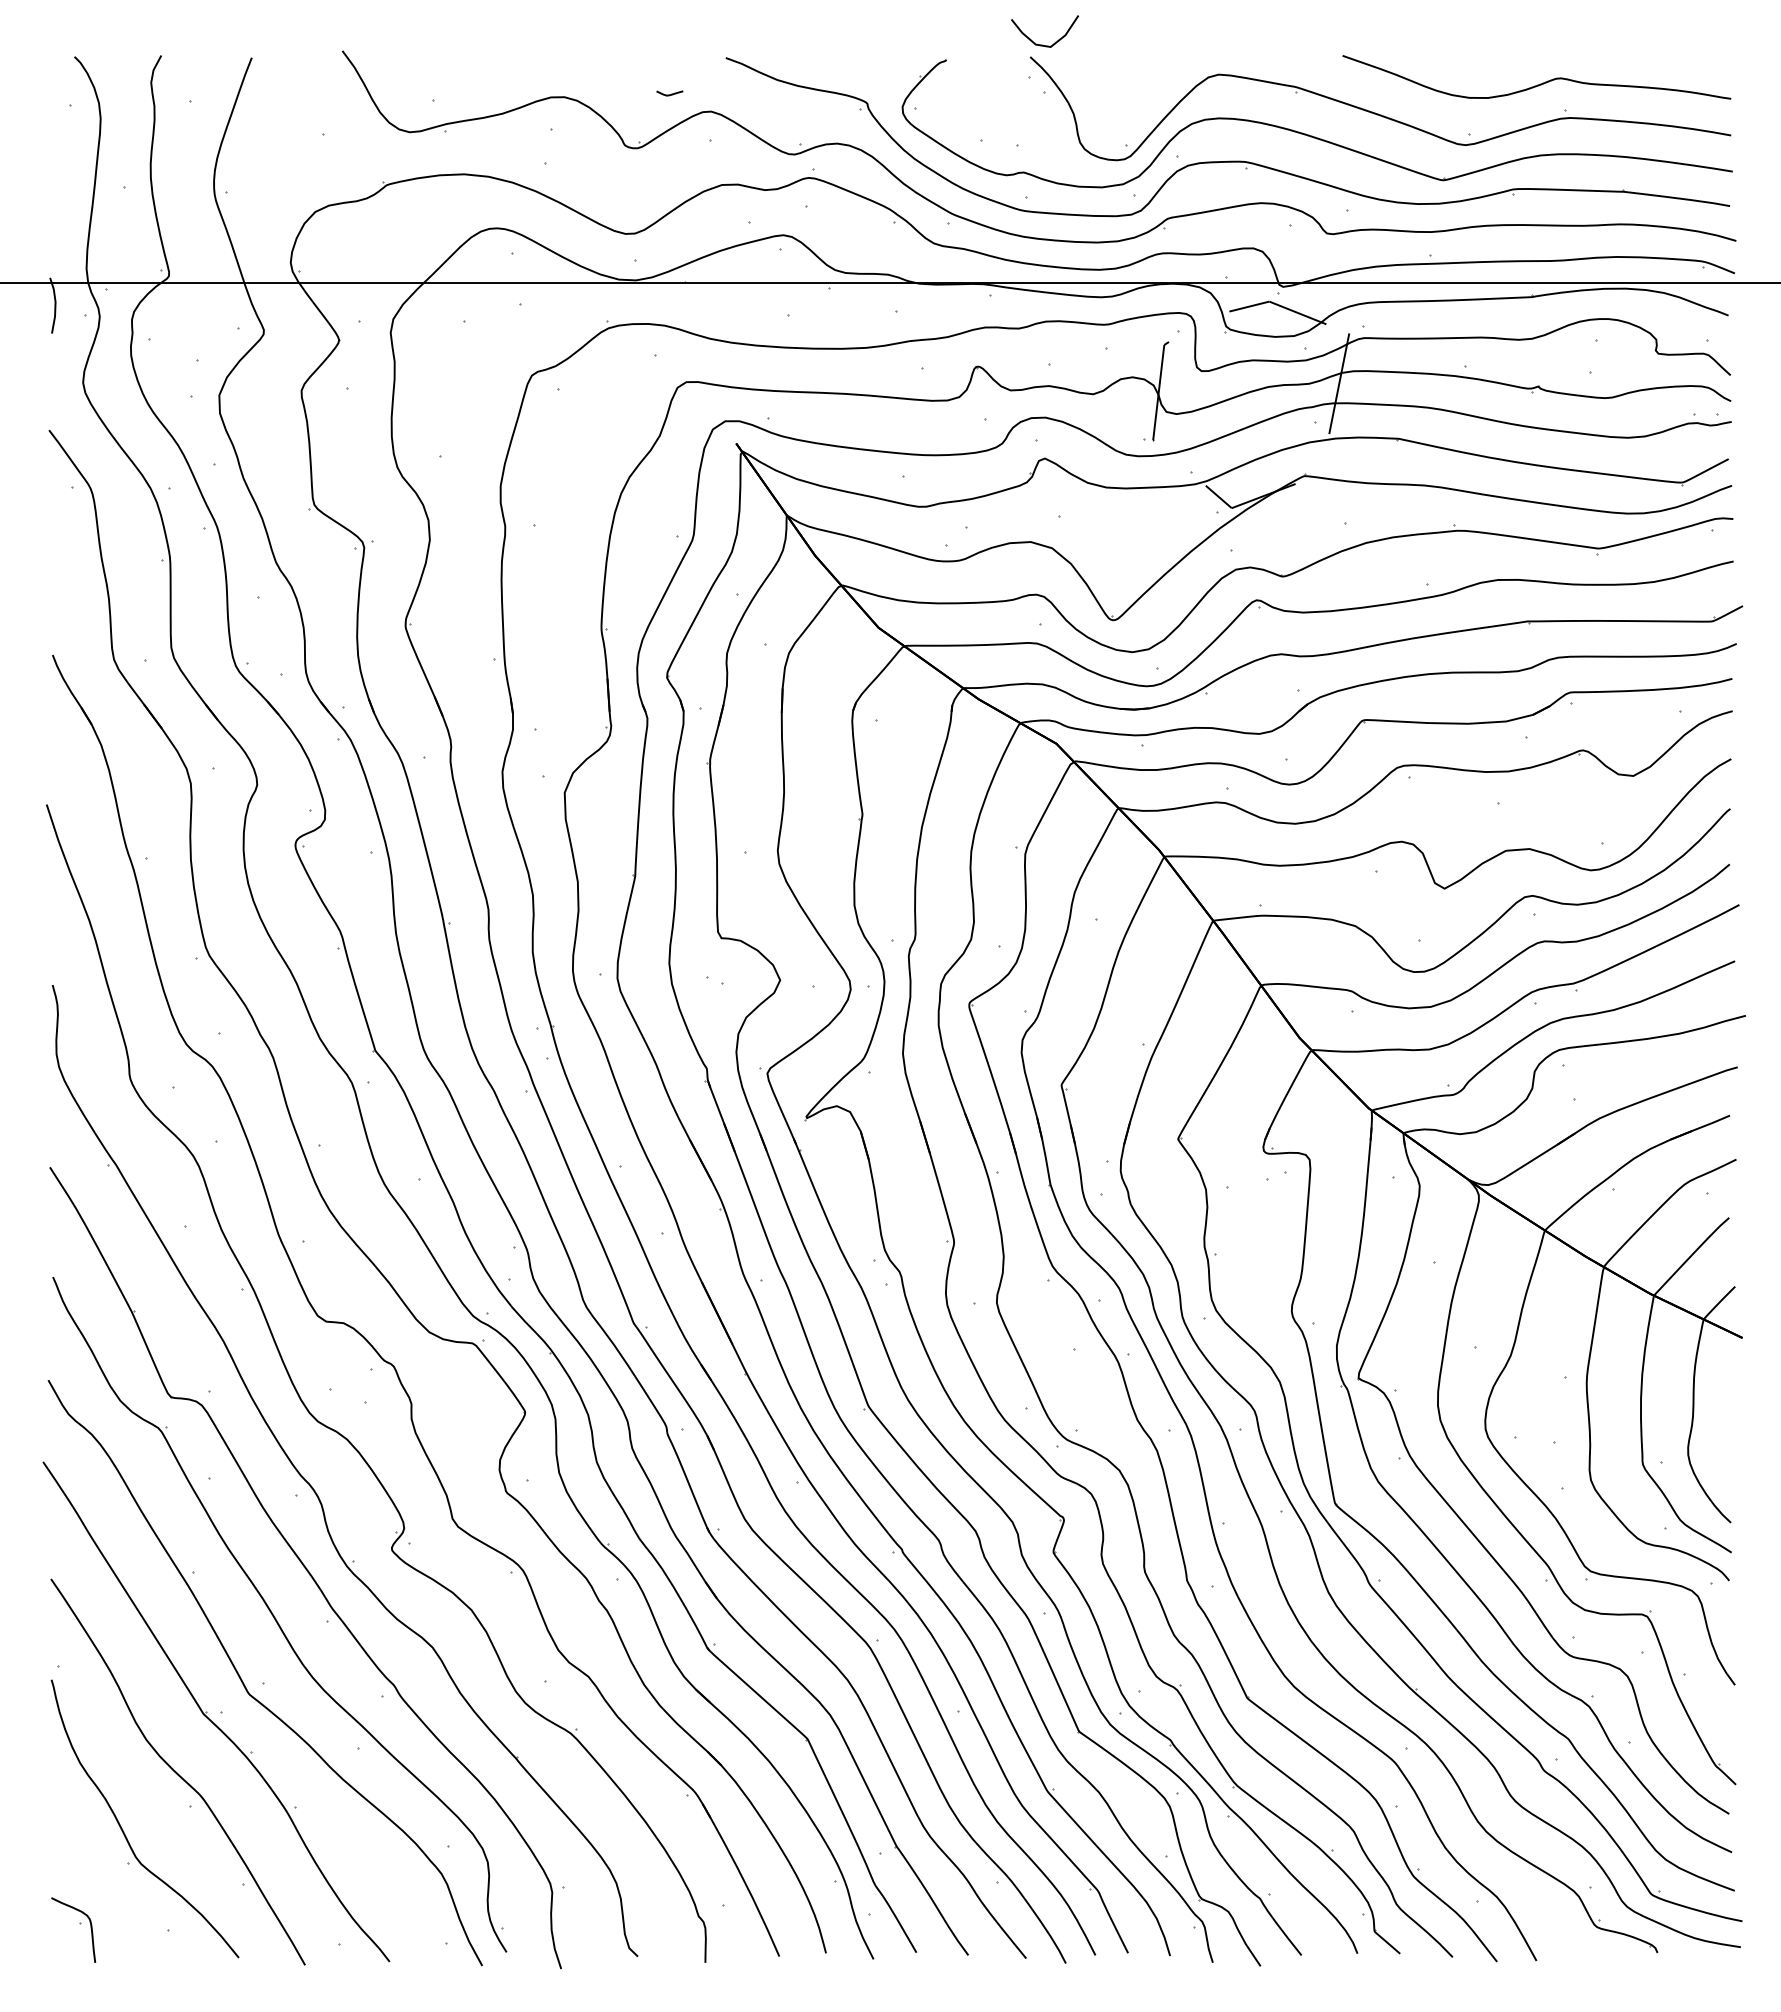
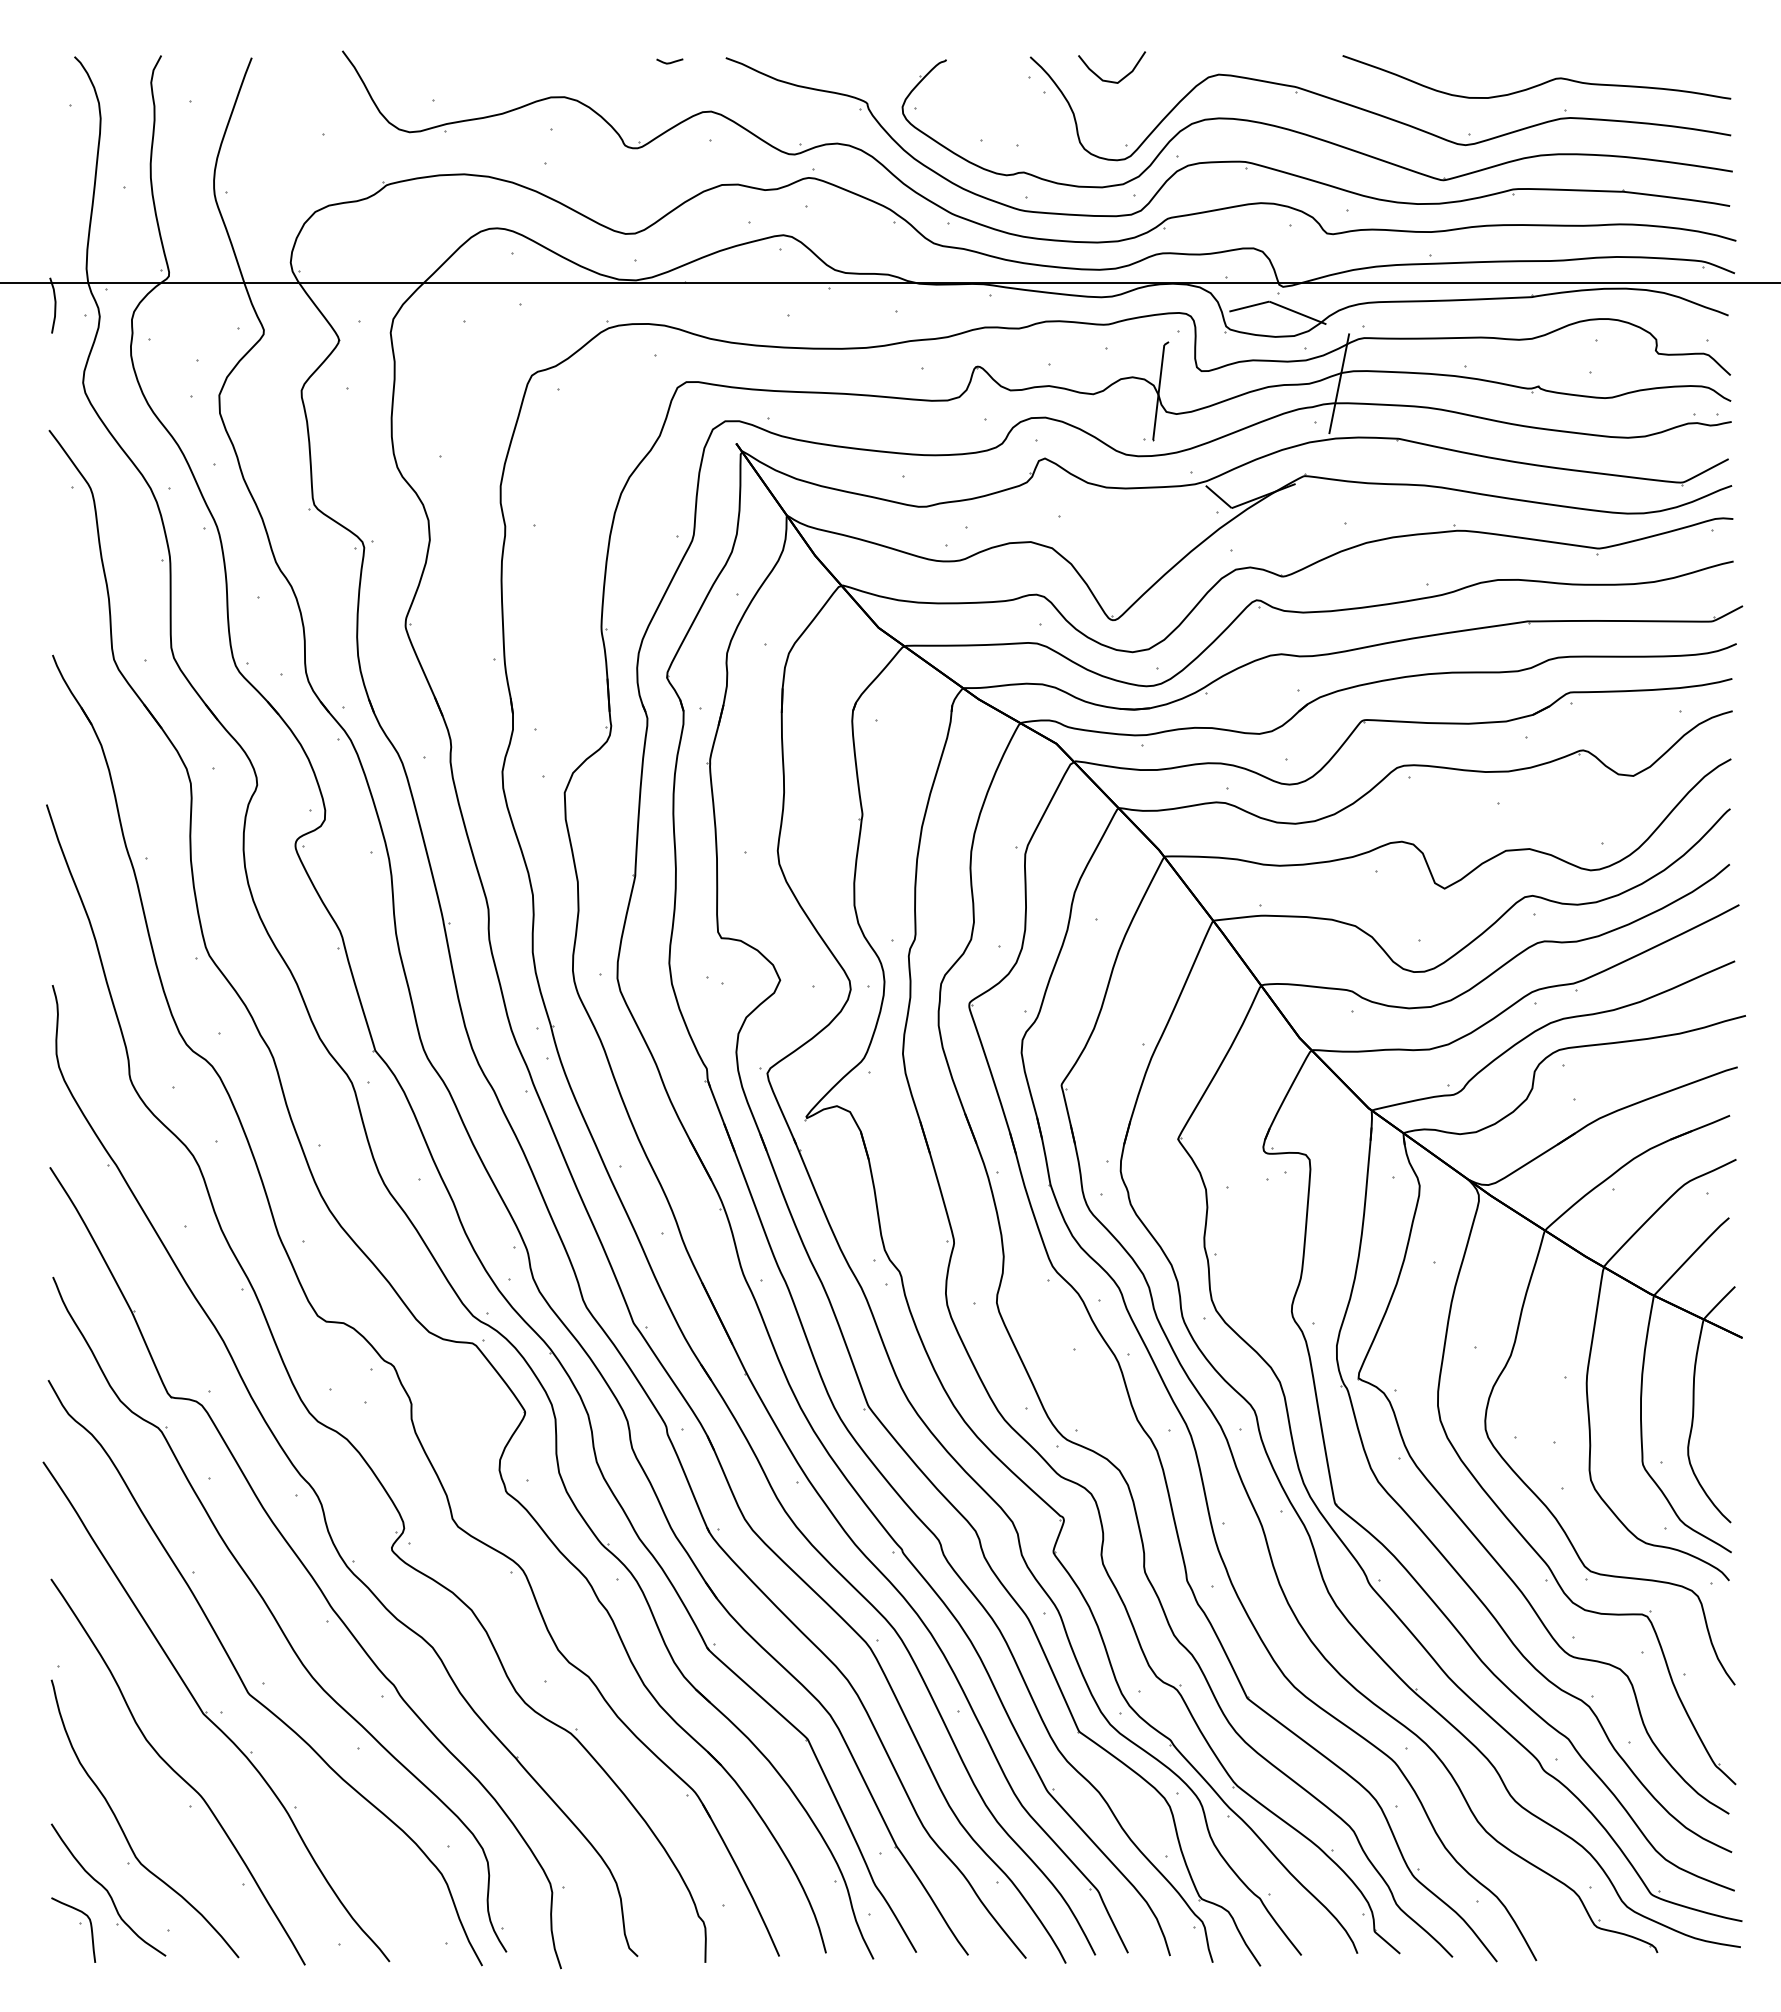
curve at (1043, 44) position: (1043, 44) -> (1110, 80)
curve at (669, 94) position: (669, 94) -> (669, 62)
part at (108, 1889): none -> present
